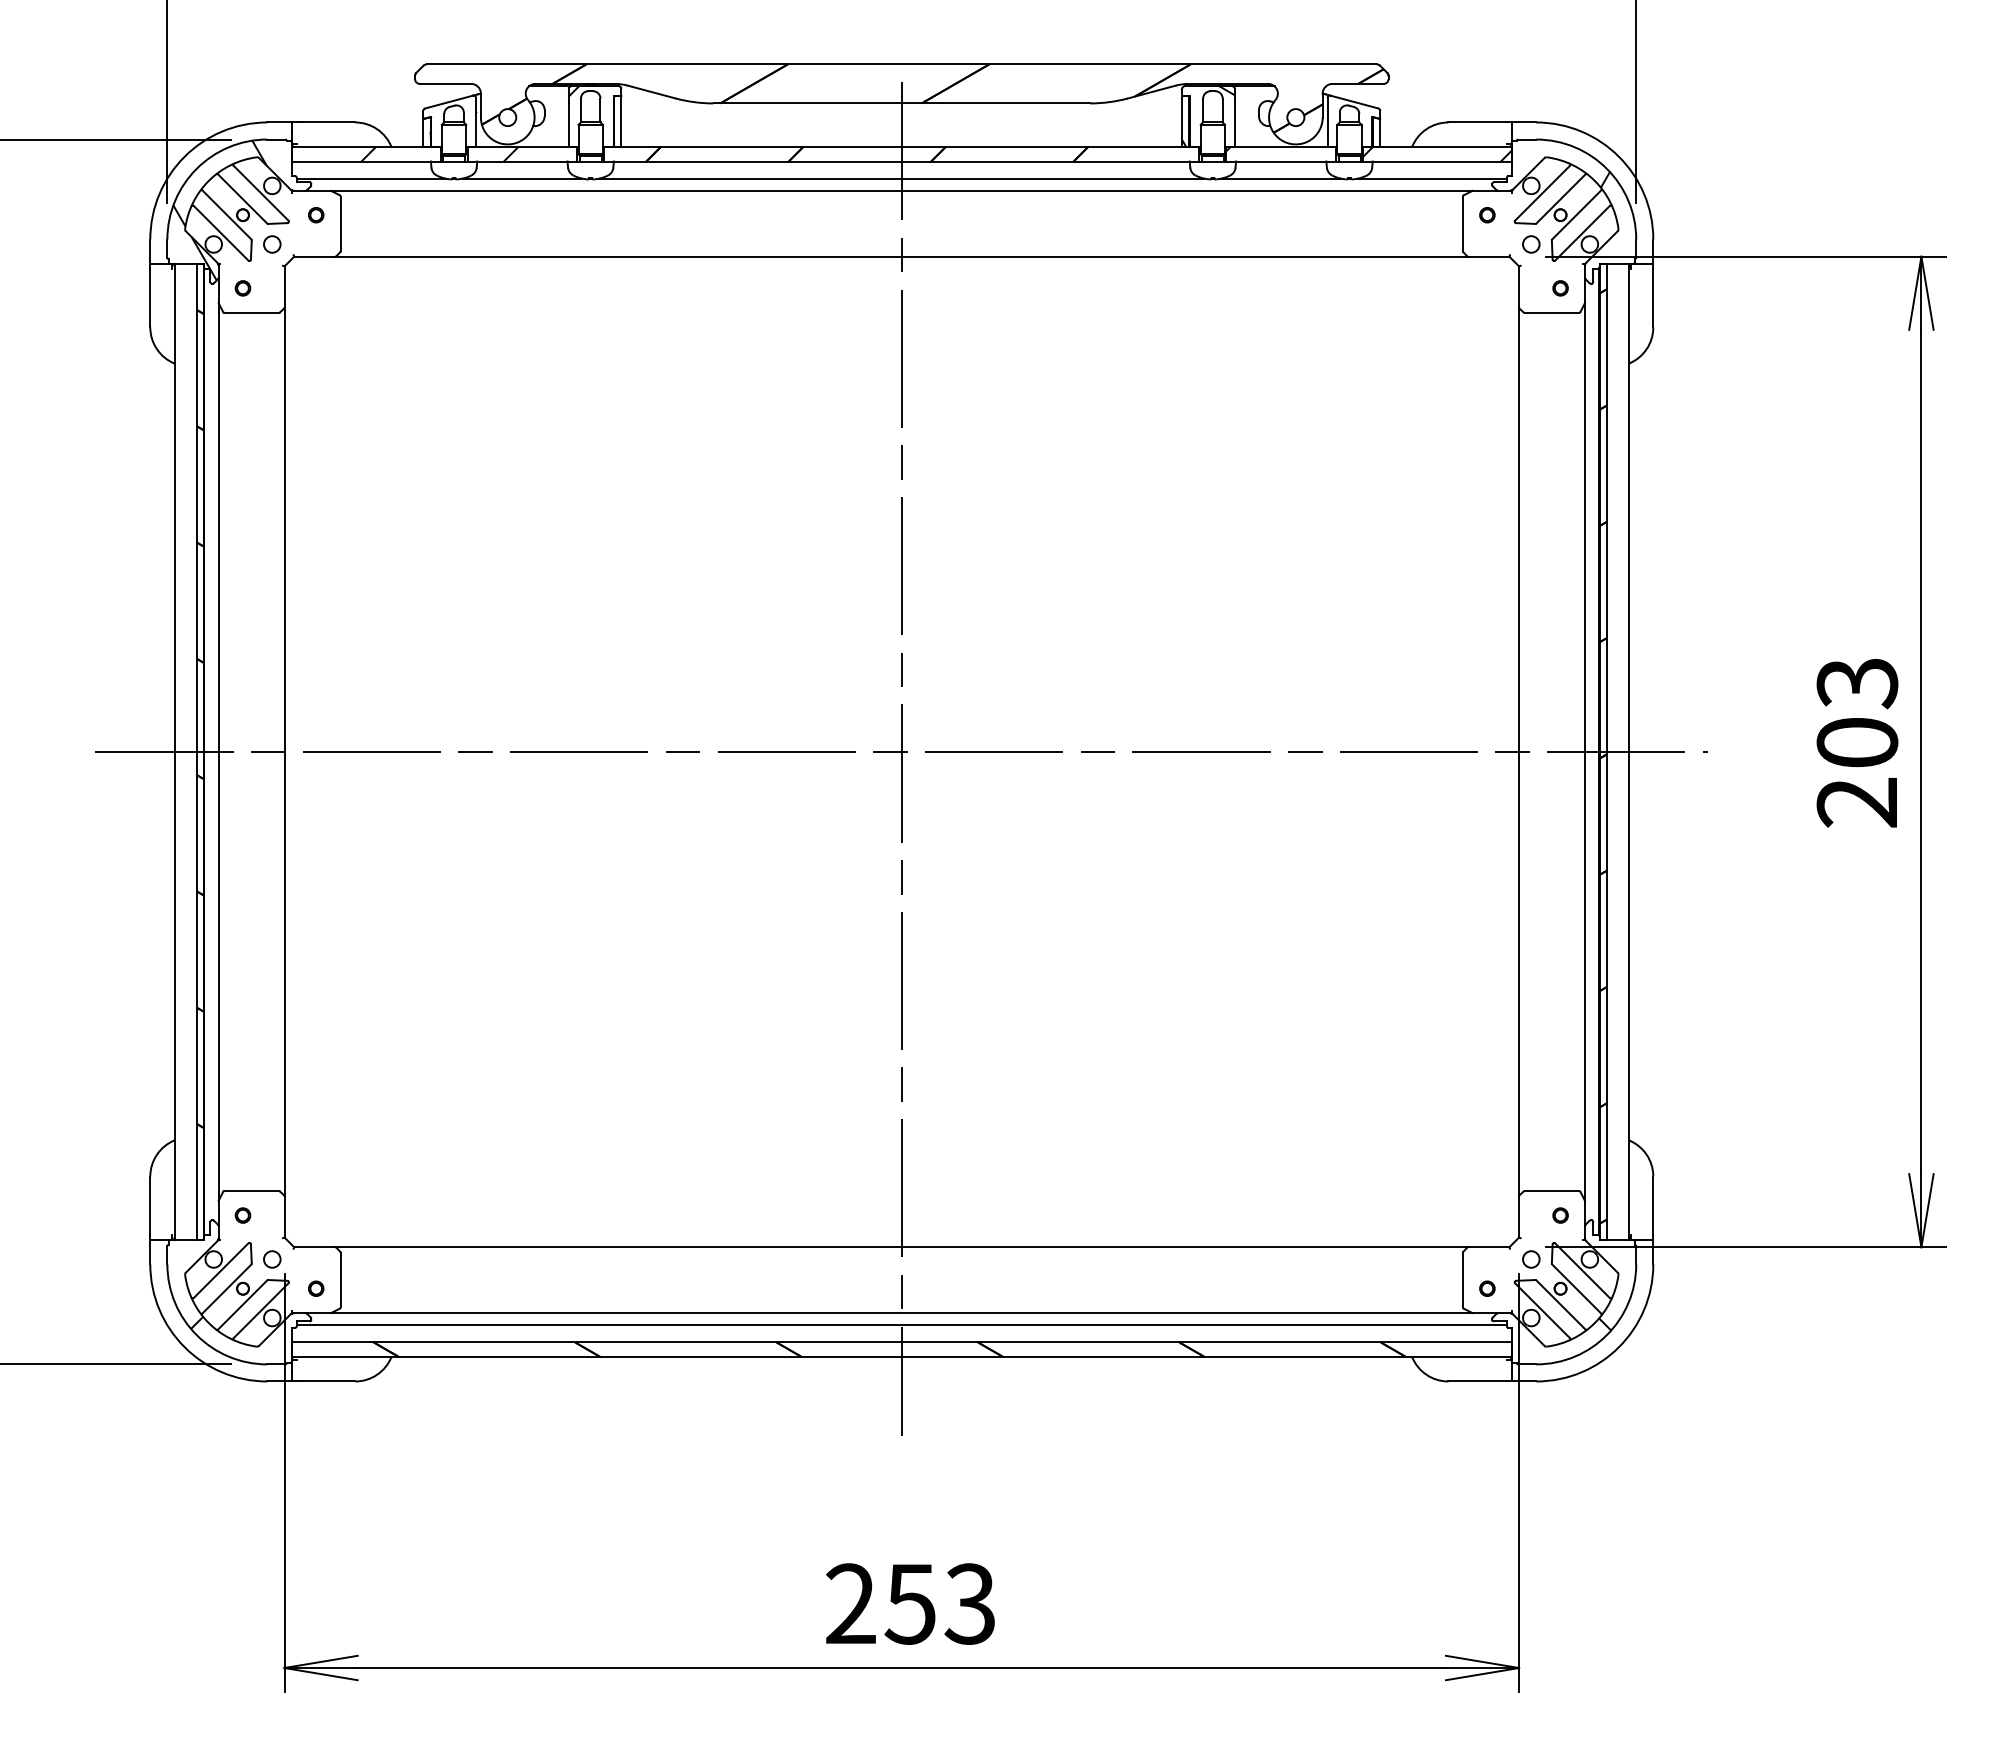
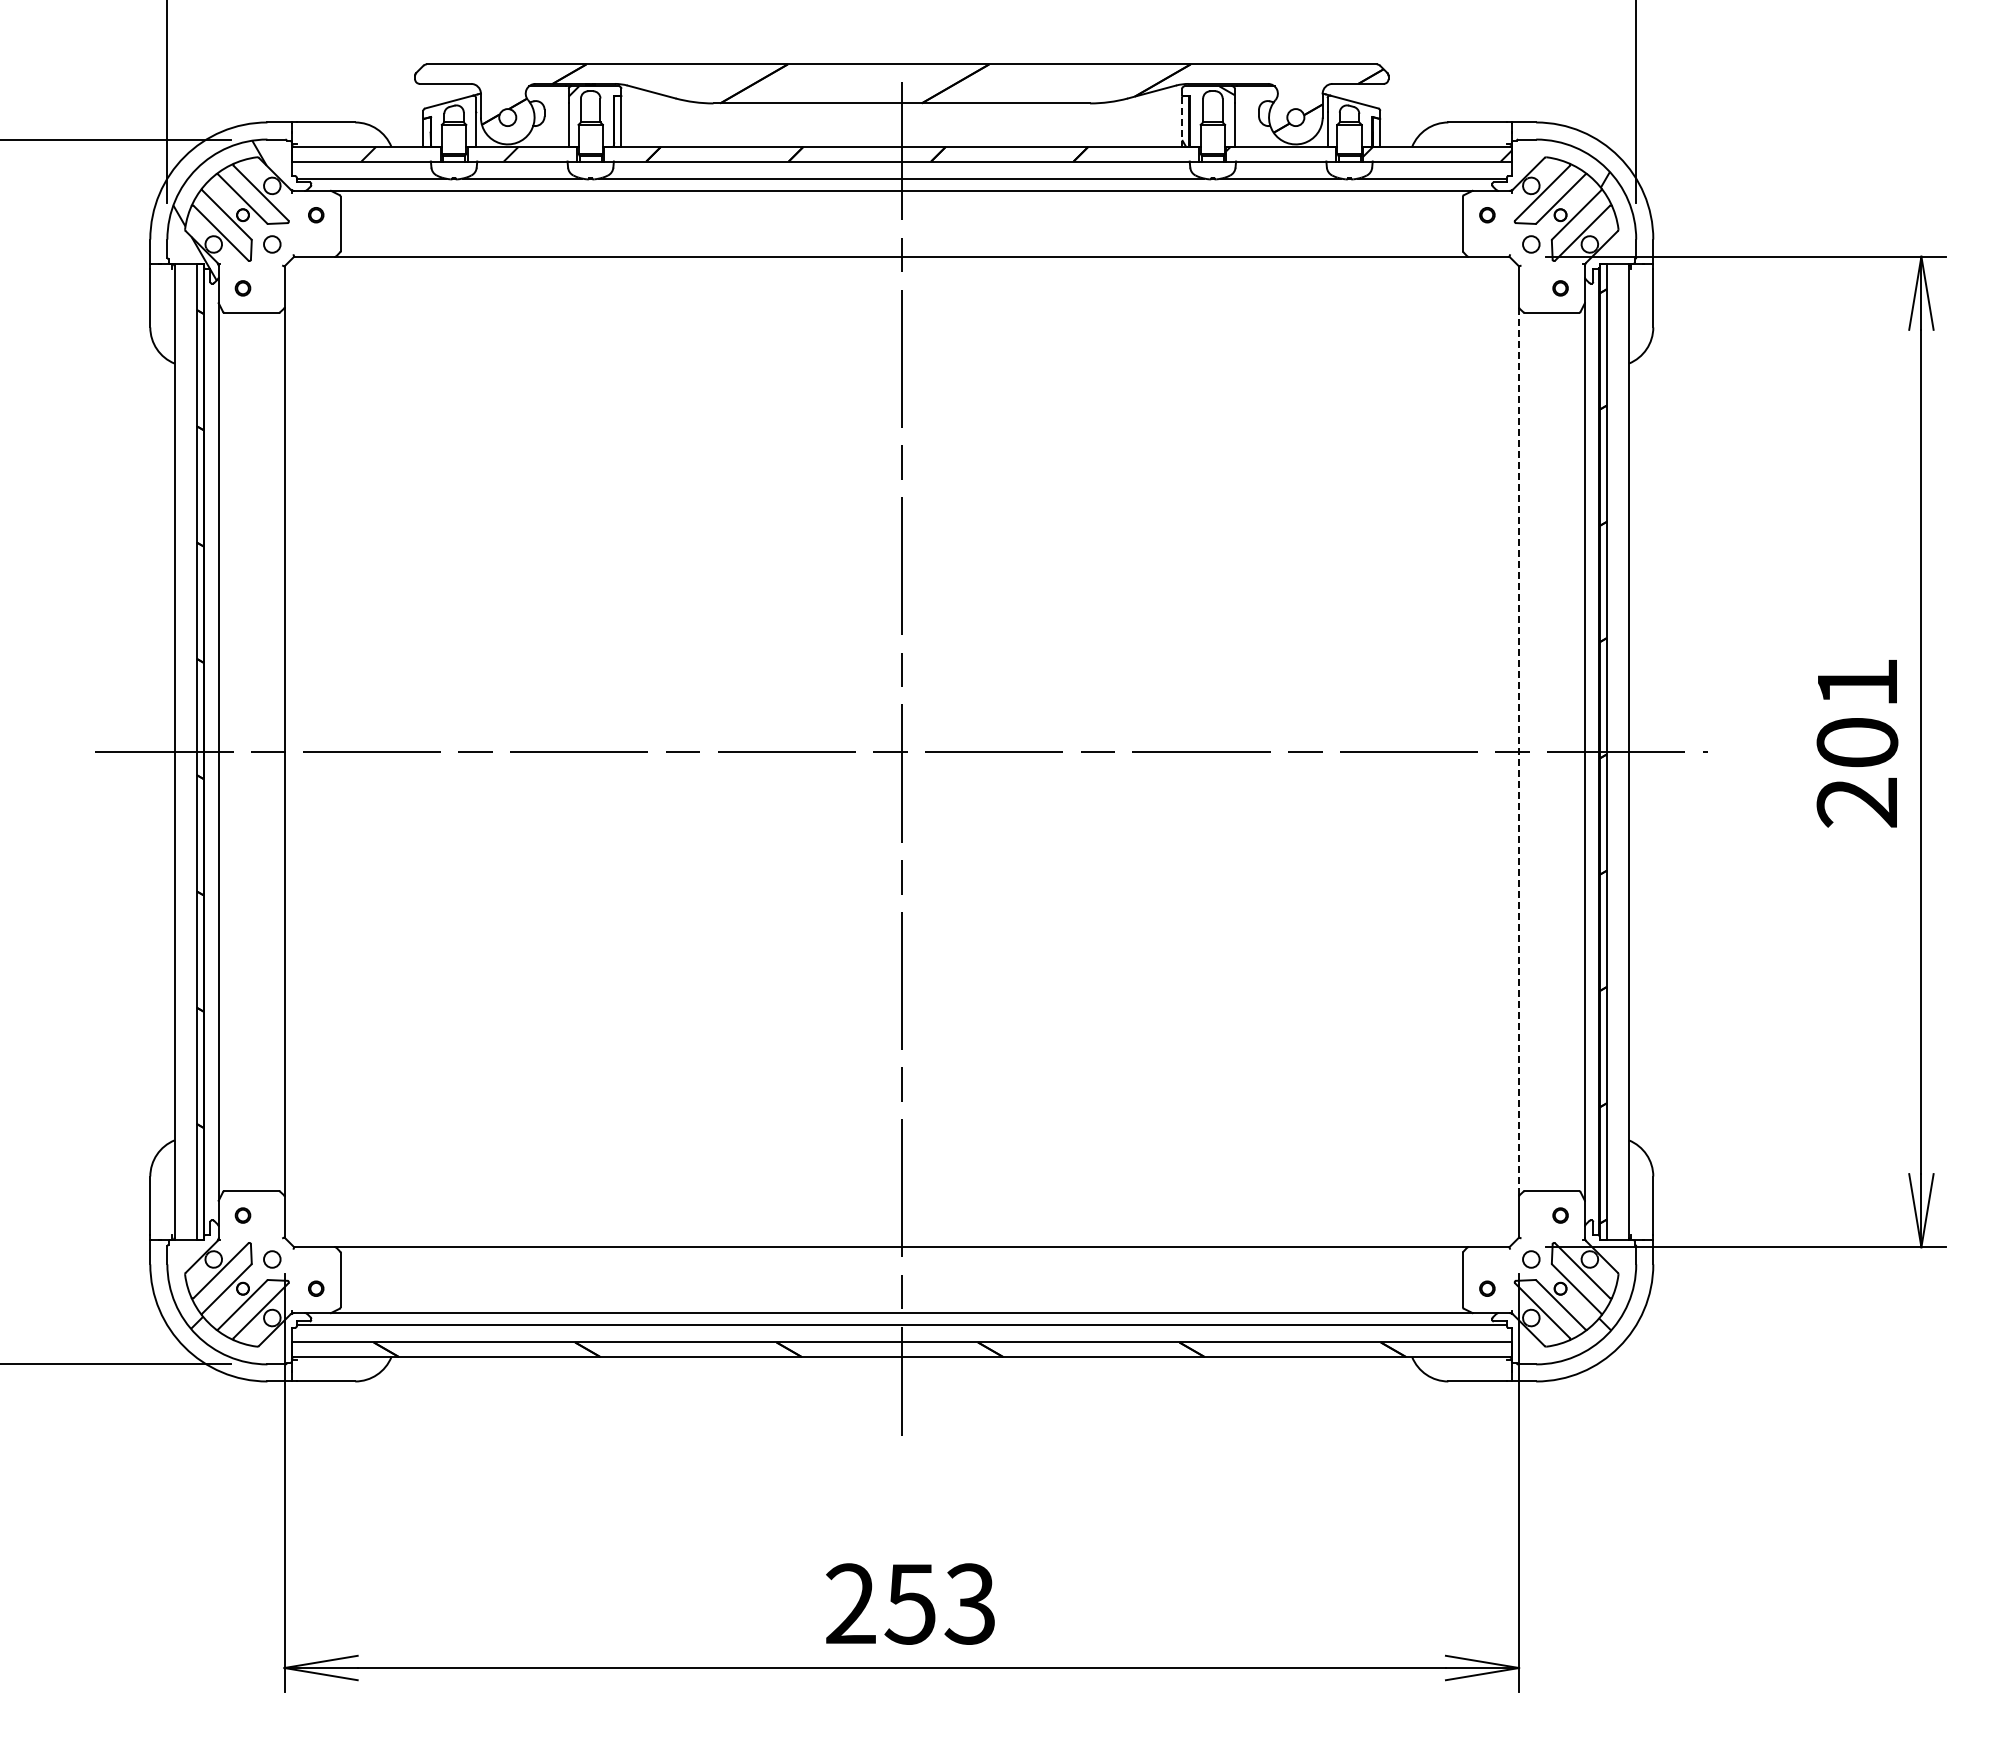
line at (1182, 121): solid -> dashed
text at (1857, 684): 203 -> 201
line at (1519, 752): solid -> dashed
